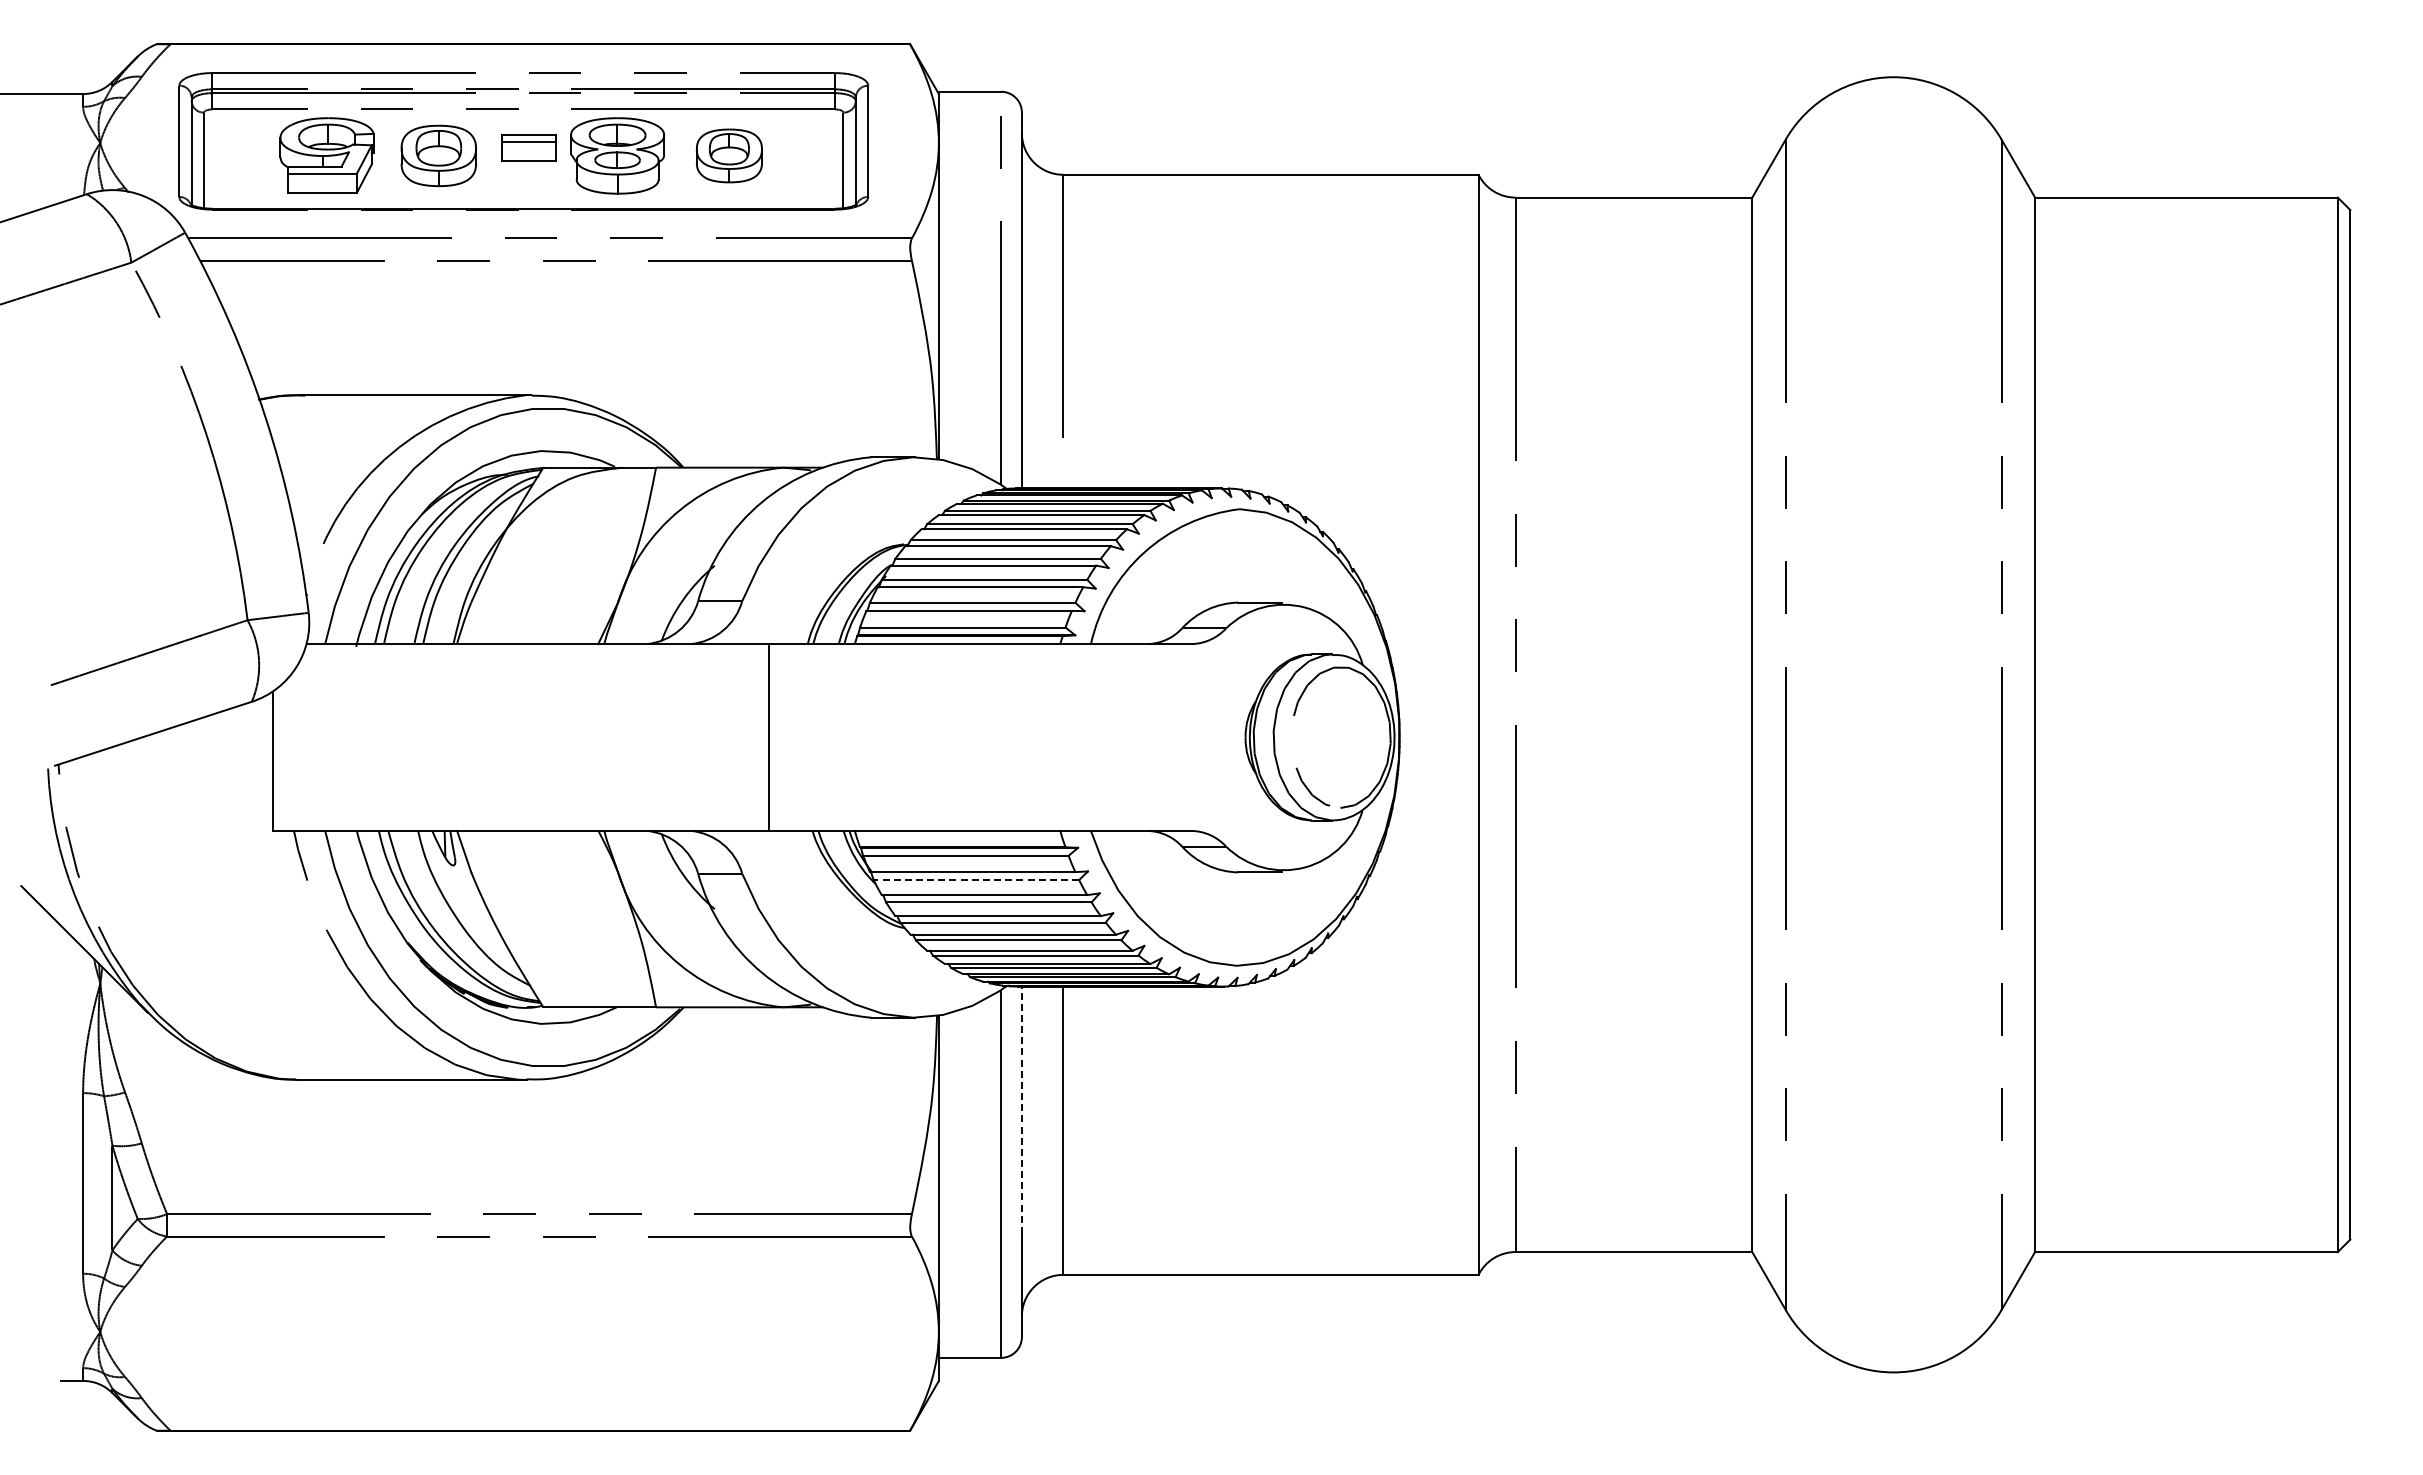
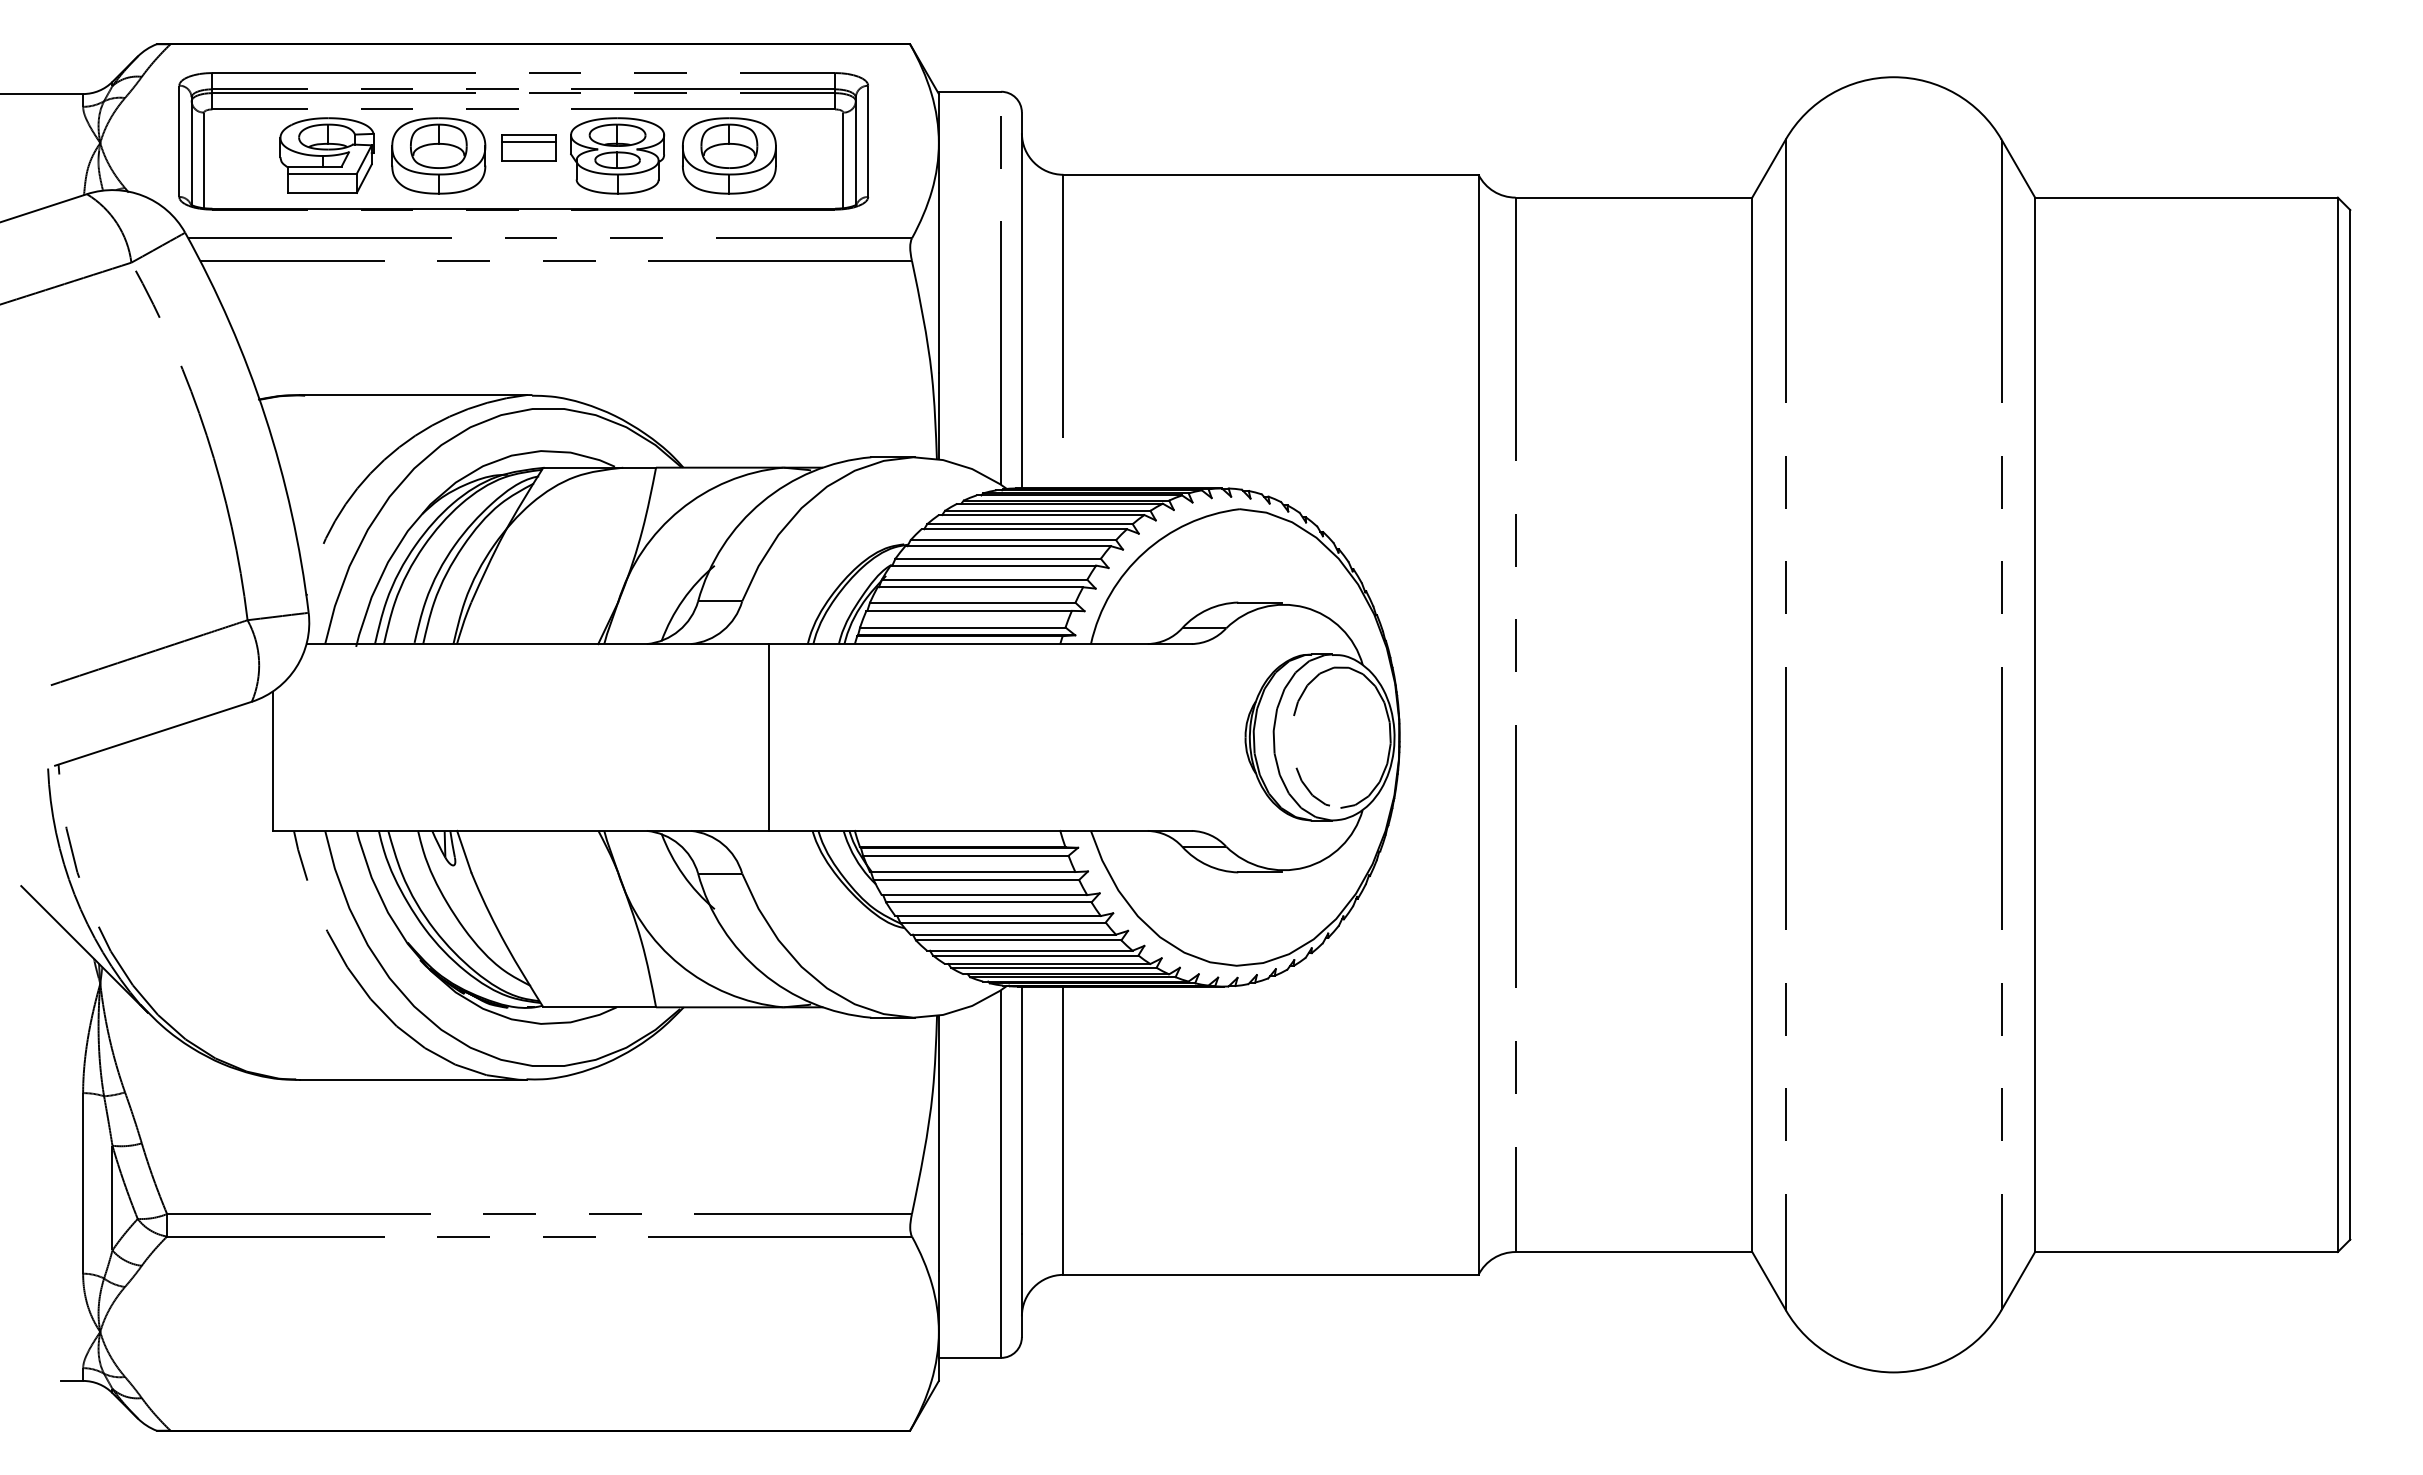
part at (438, 155) size: 77x64 px -> 96x78 px
part at (729, 155) size: 67x56 px -> 95x78 px
line at (976, 880): dashed -> solid
line at (1021, 1110): dashed -> solid
